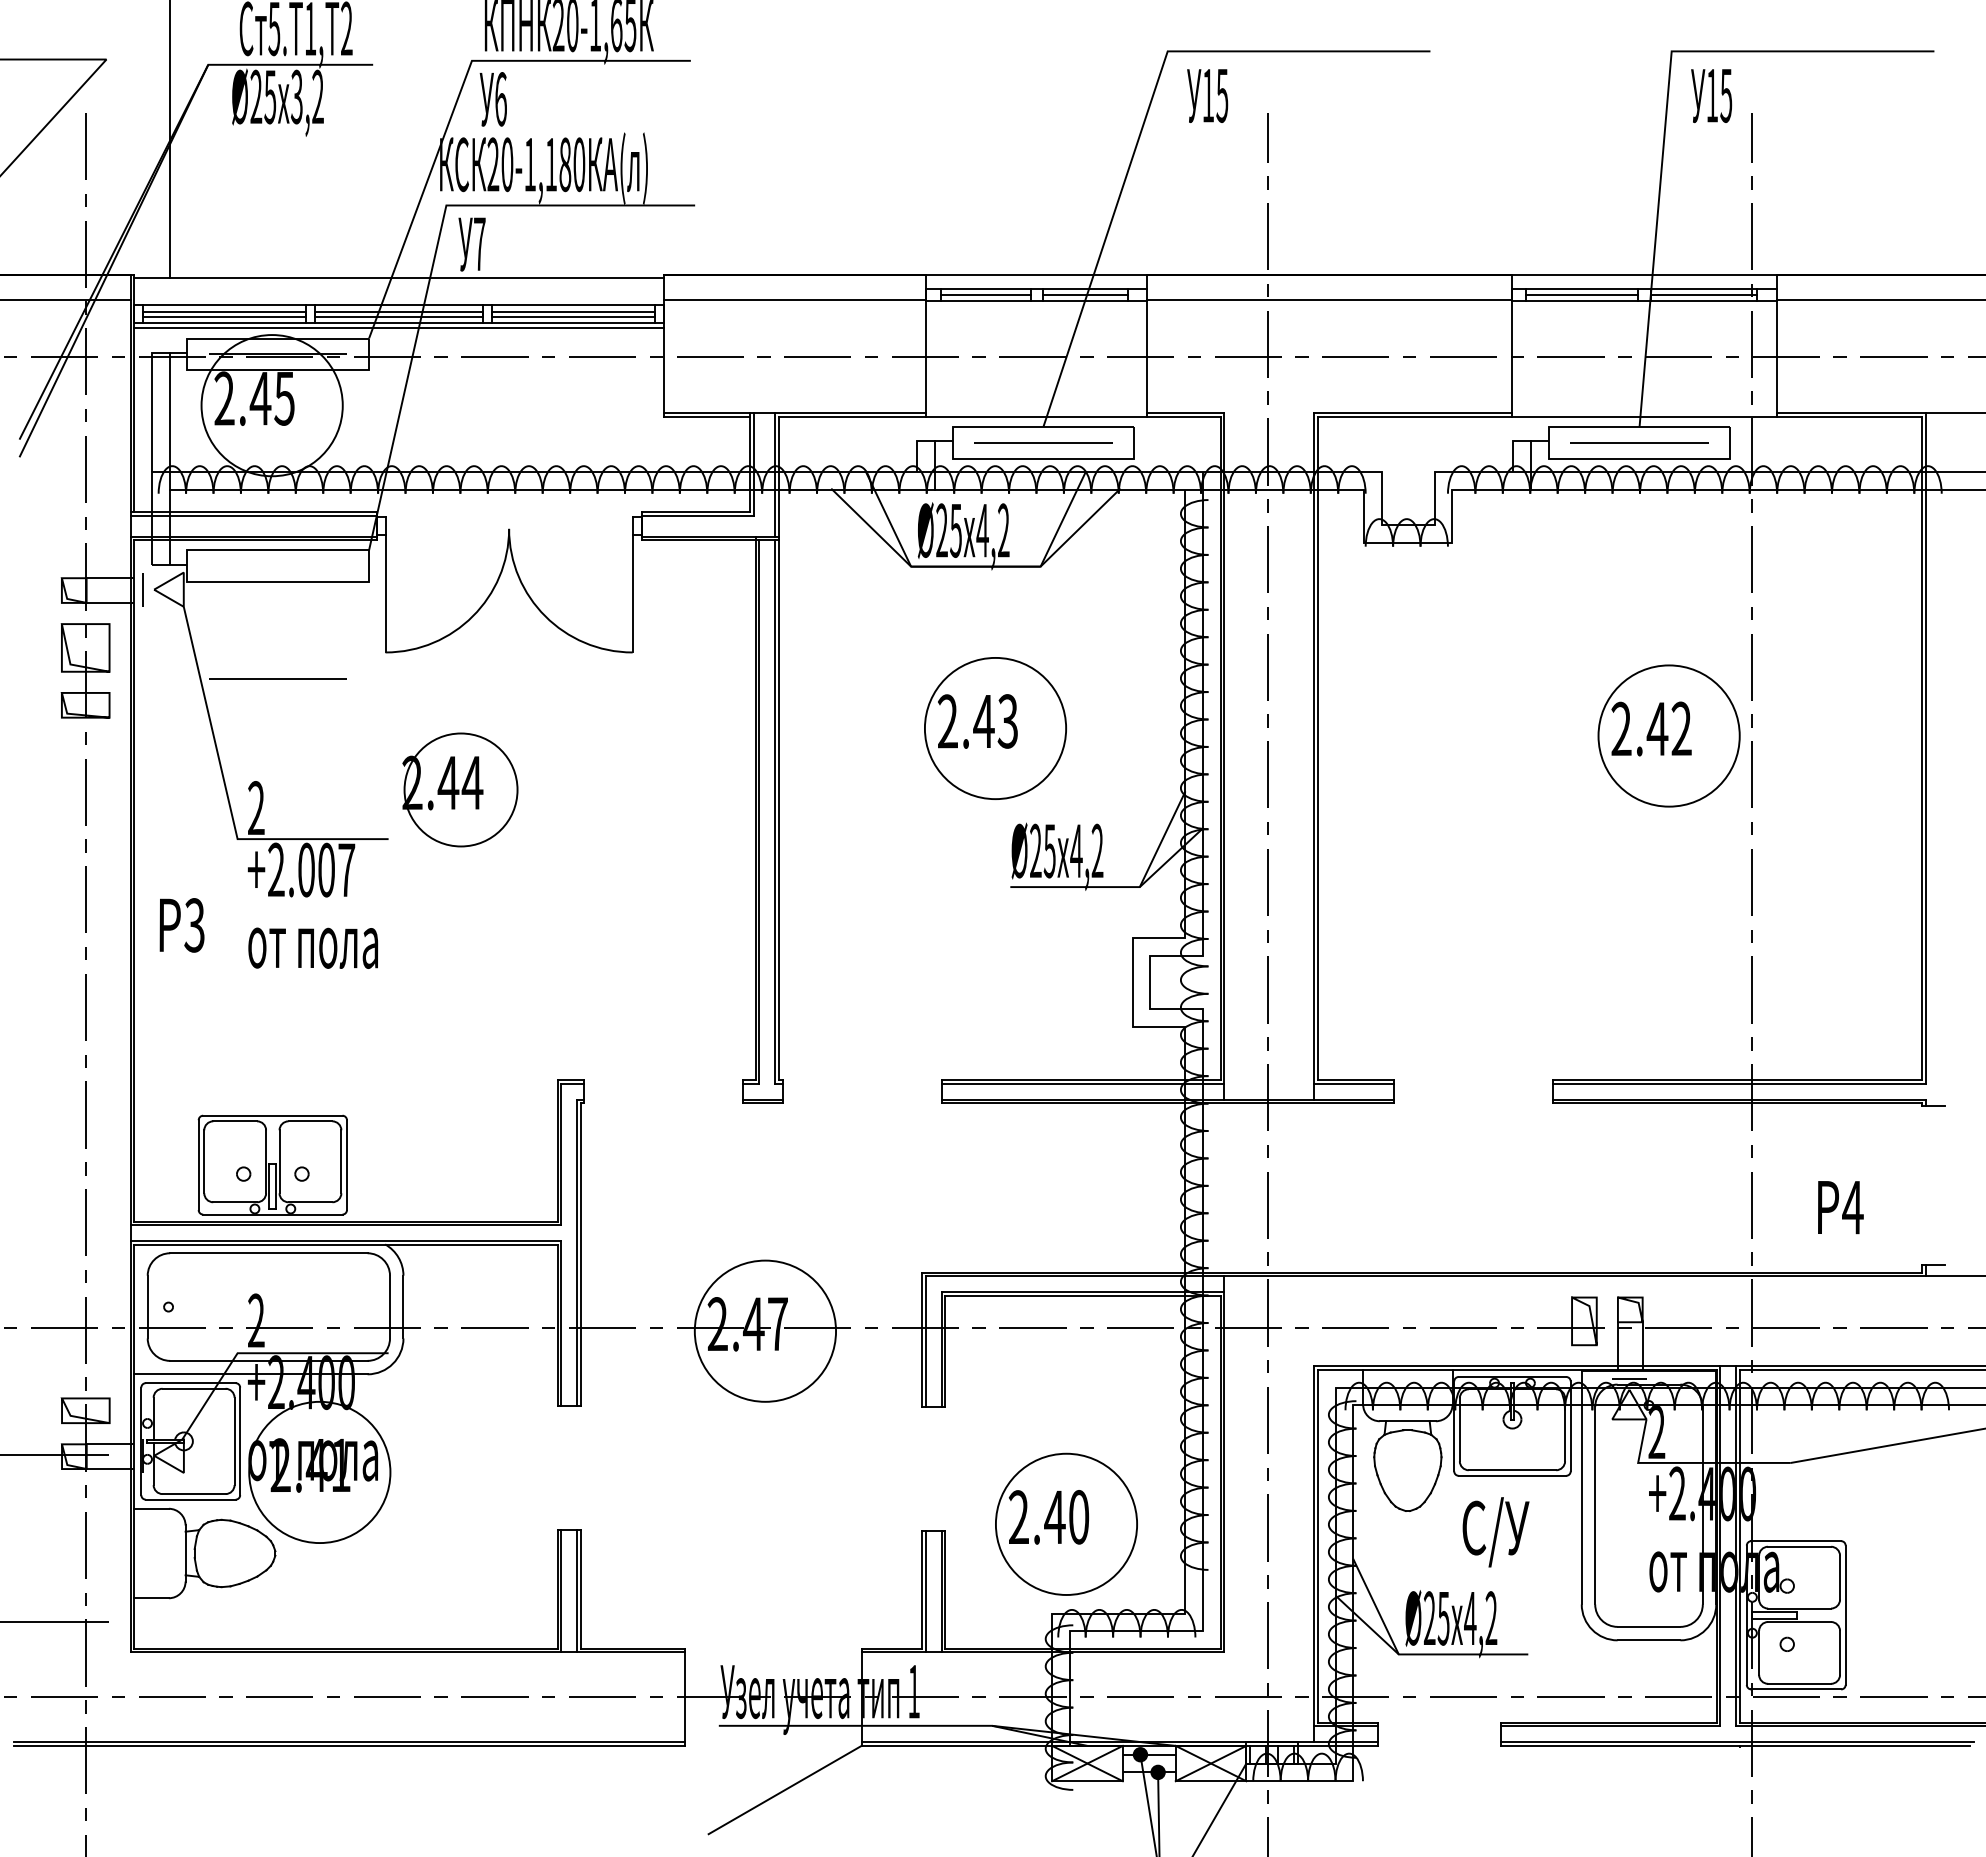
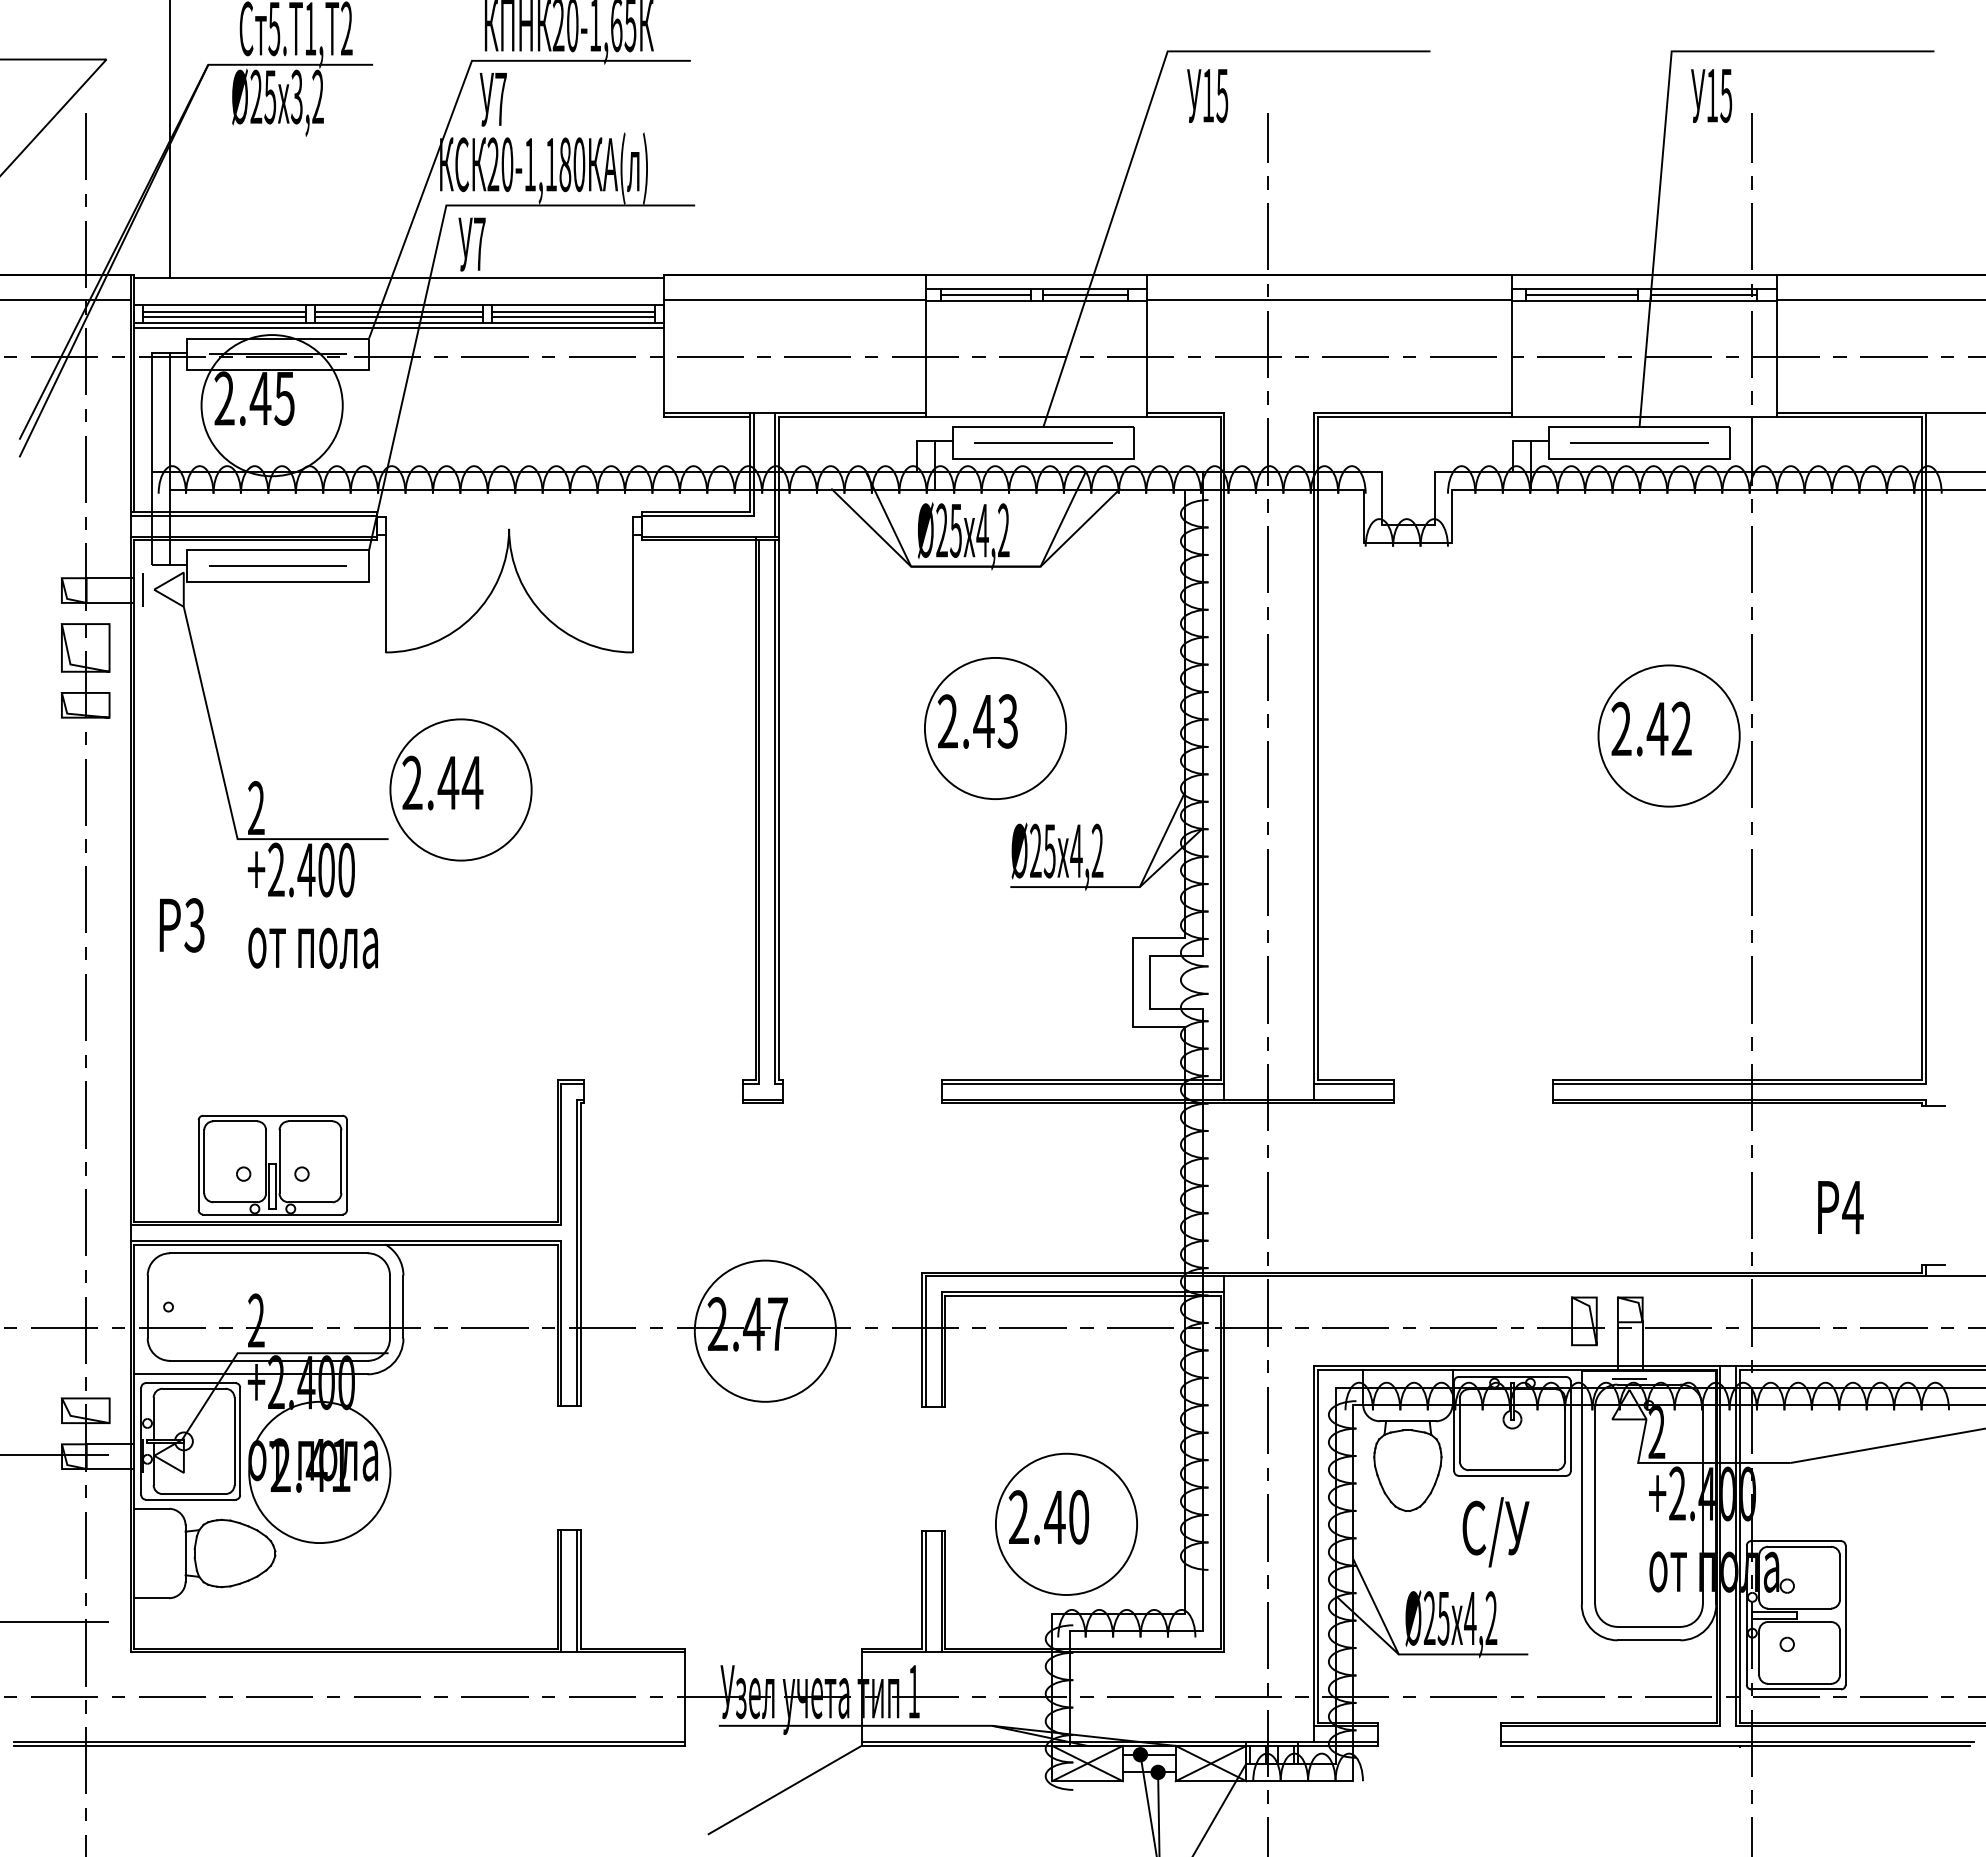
text at (500, 99): 6 -> 7
line at (277, 678) position: (277, 678) -> (277, 565)
circle at (460, 789) diameter: 113 px -> 141 px
text at (326, 869): +2.007 -> +2.400
